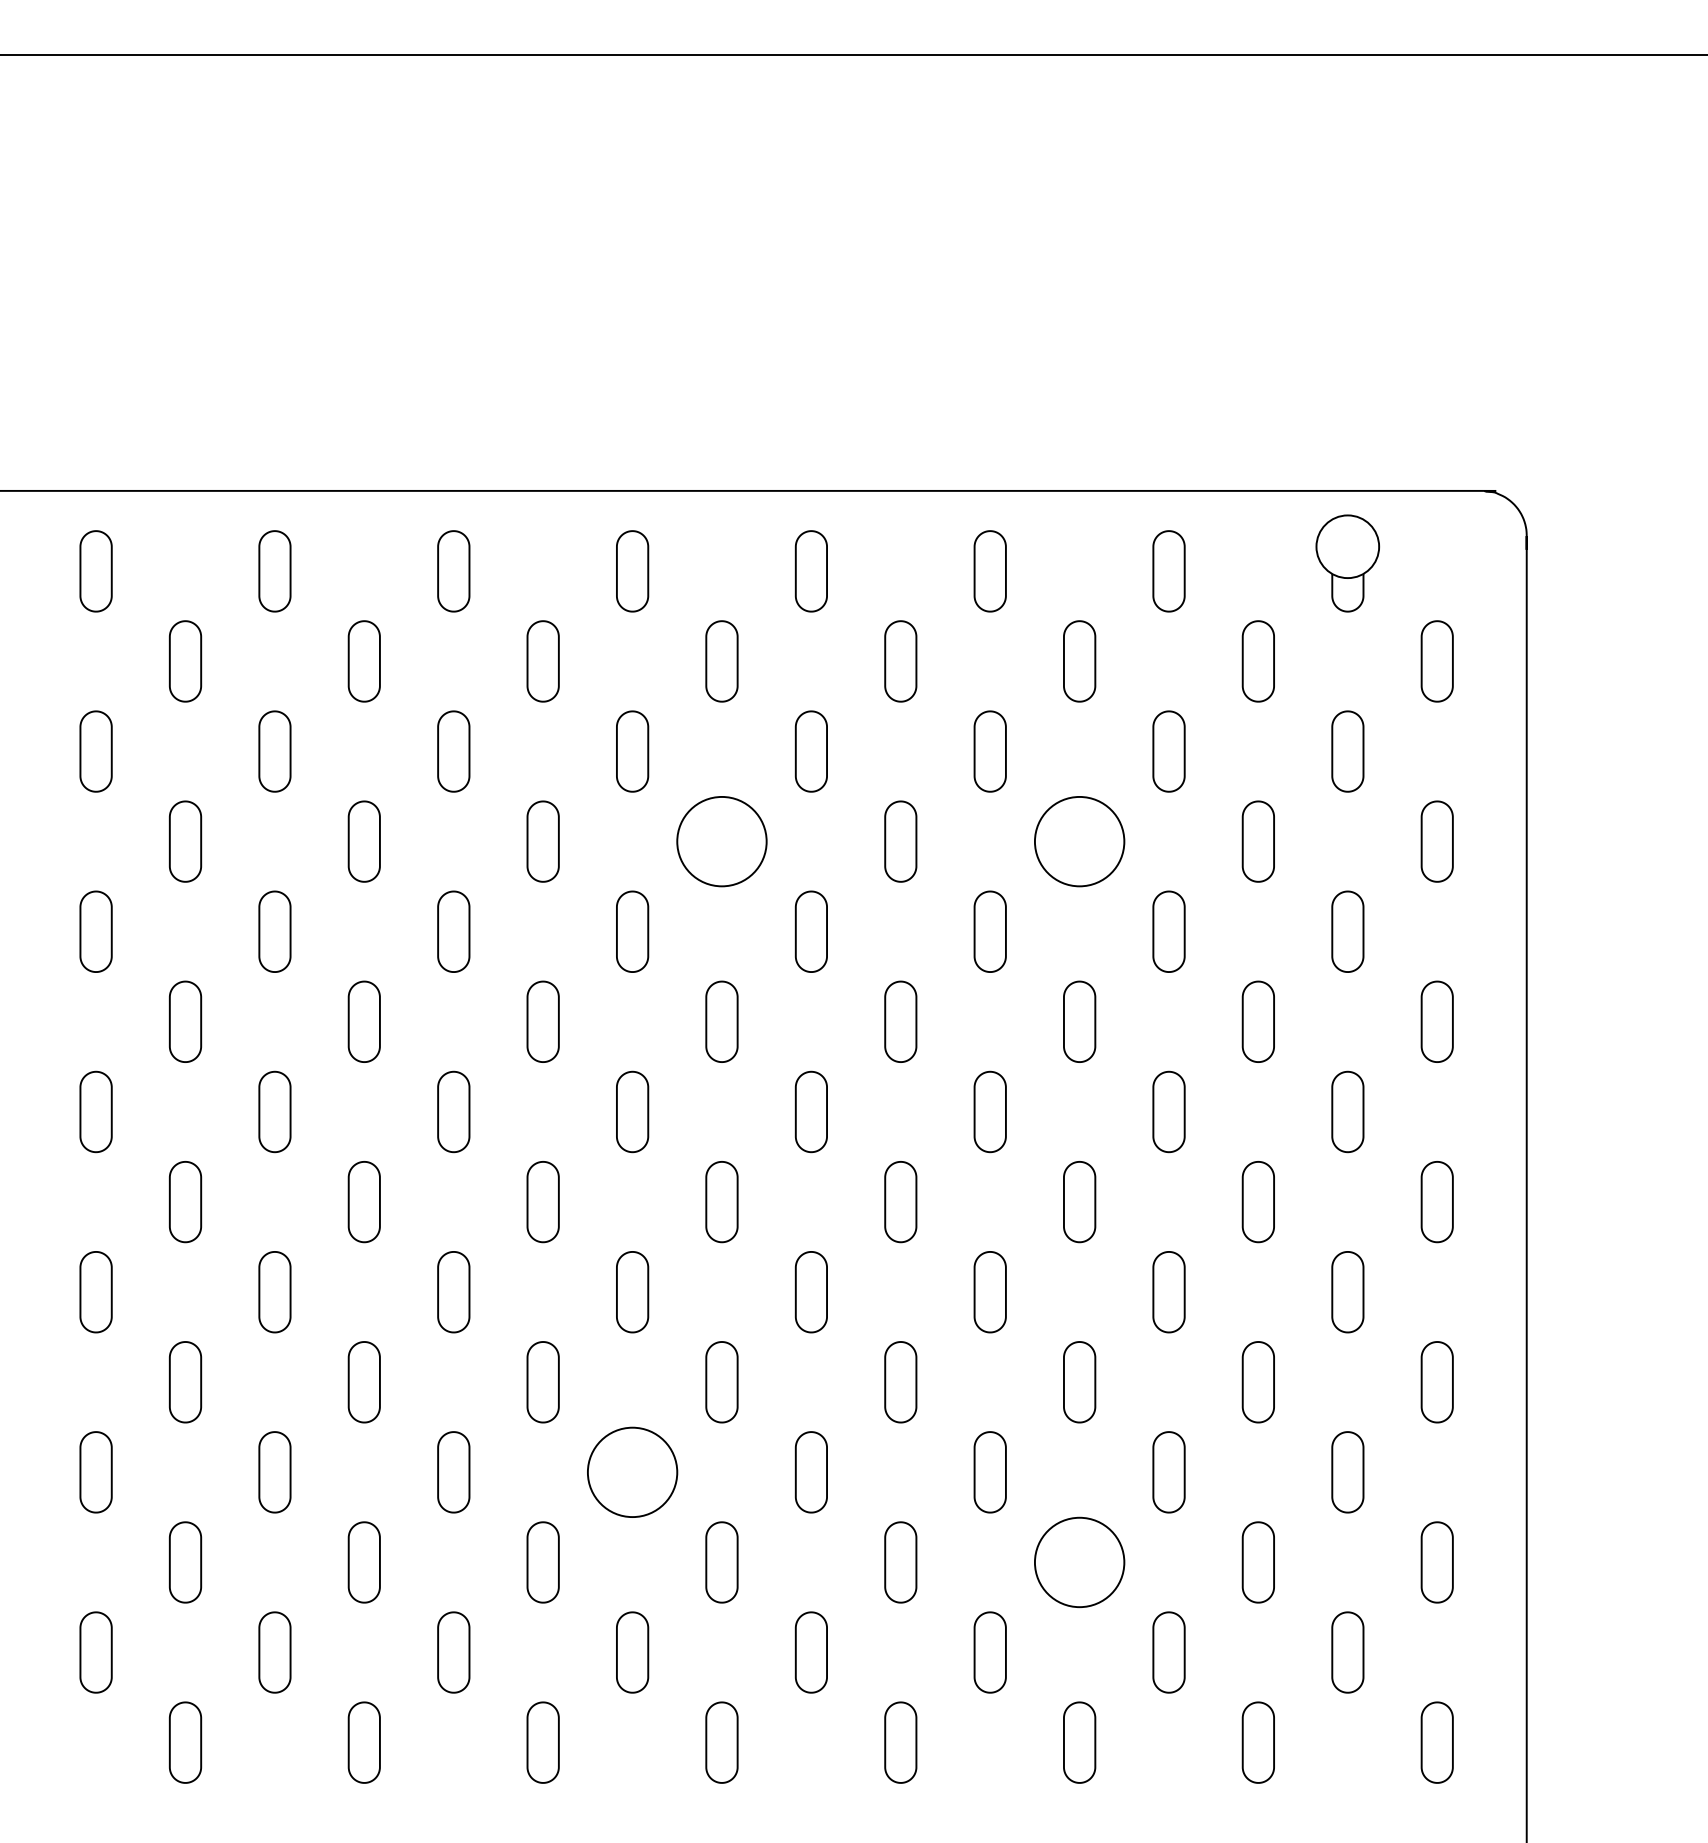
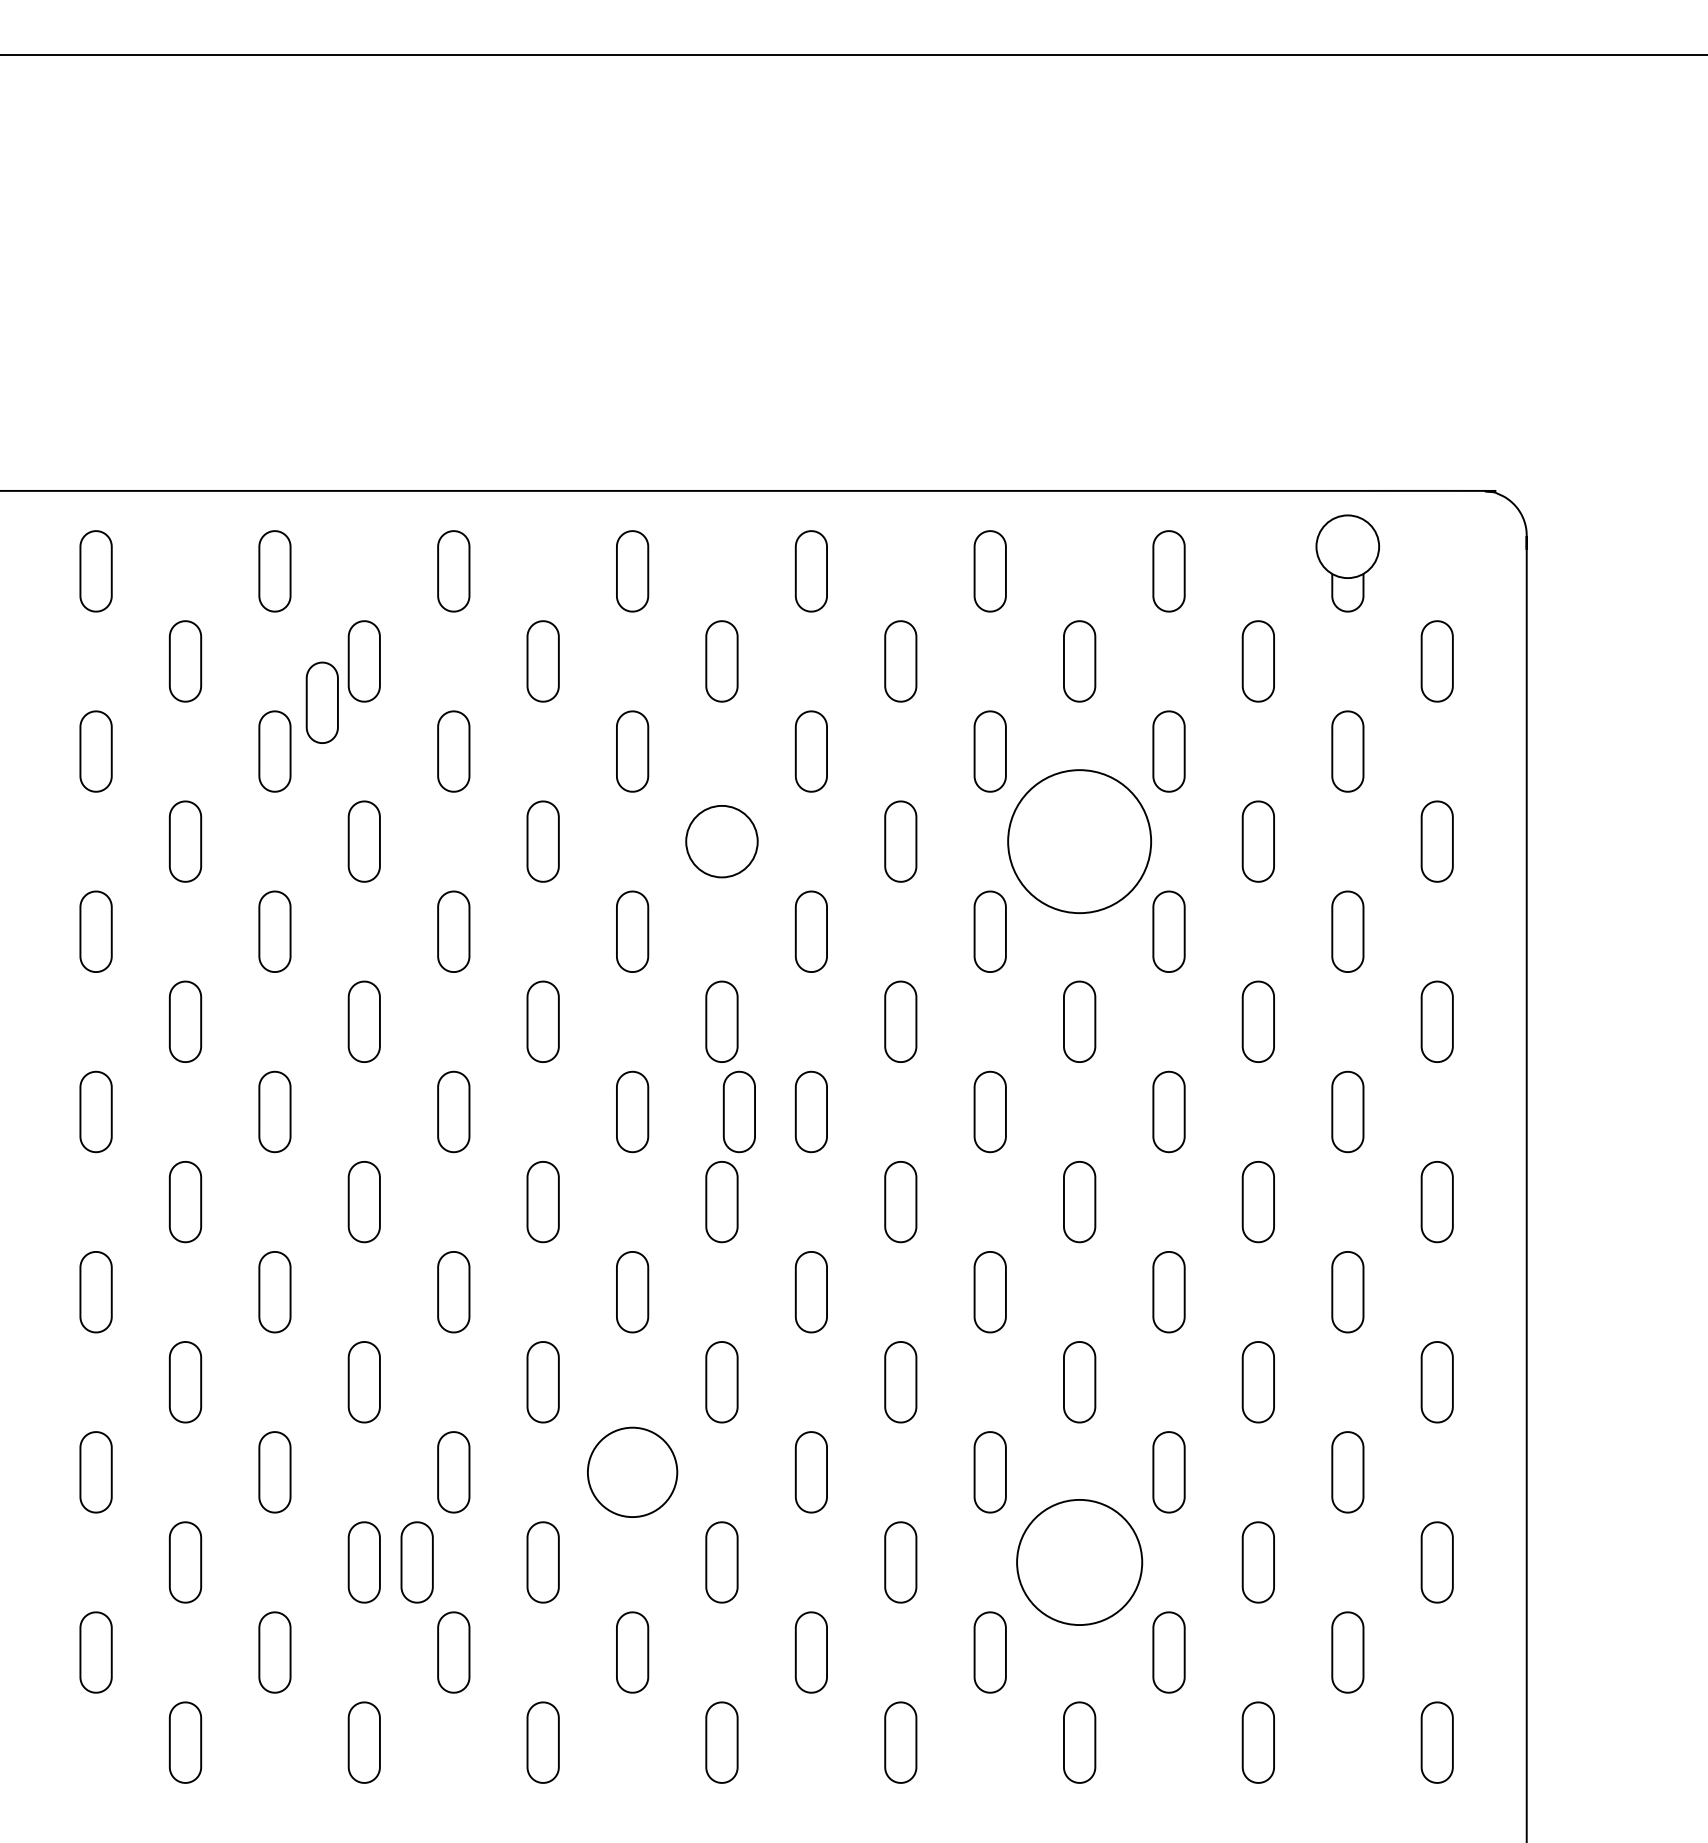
part at (321, 702): none -> present
circle at (721, 841) diameter: 89 px -> 72 px
circle at (1079, 841) diameter: 89 px -> 143 px
part at (738, 1111): none -> present
part at (416, 1562): none -> present
circle at (1079, 1562) diameter: 89 px -> 125 px
